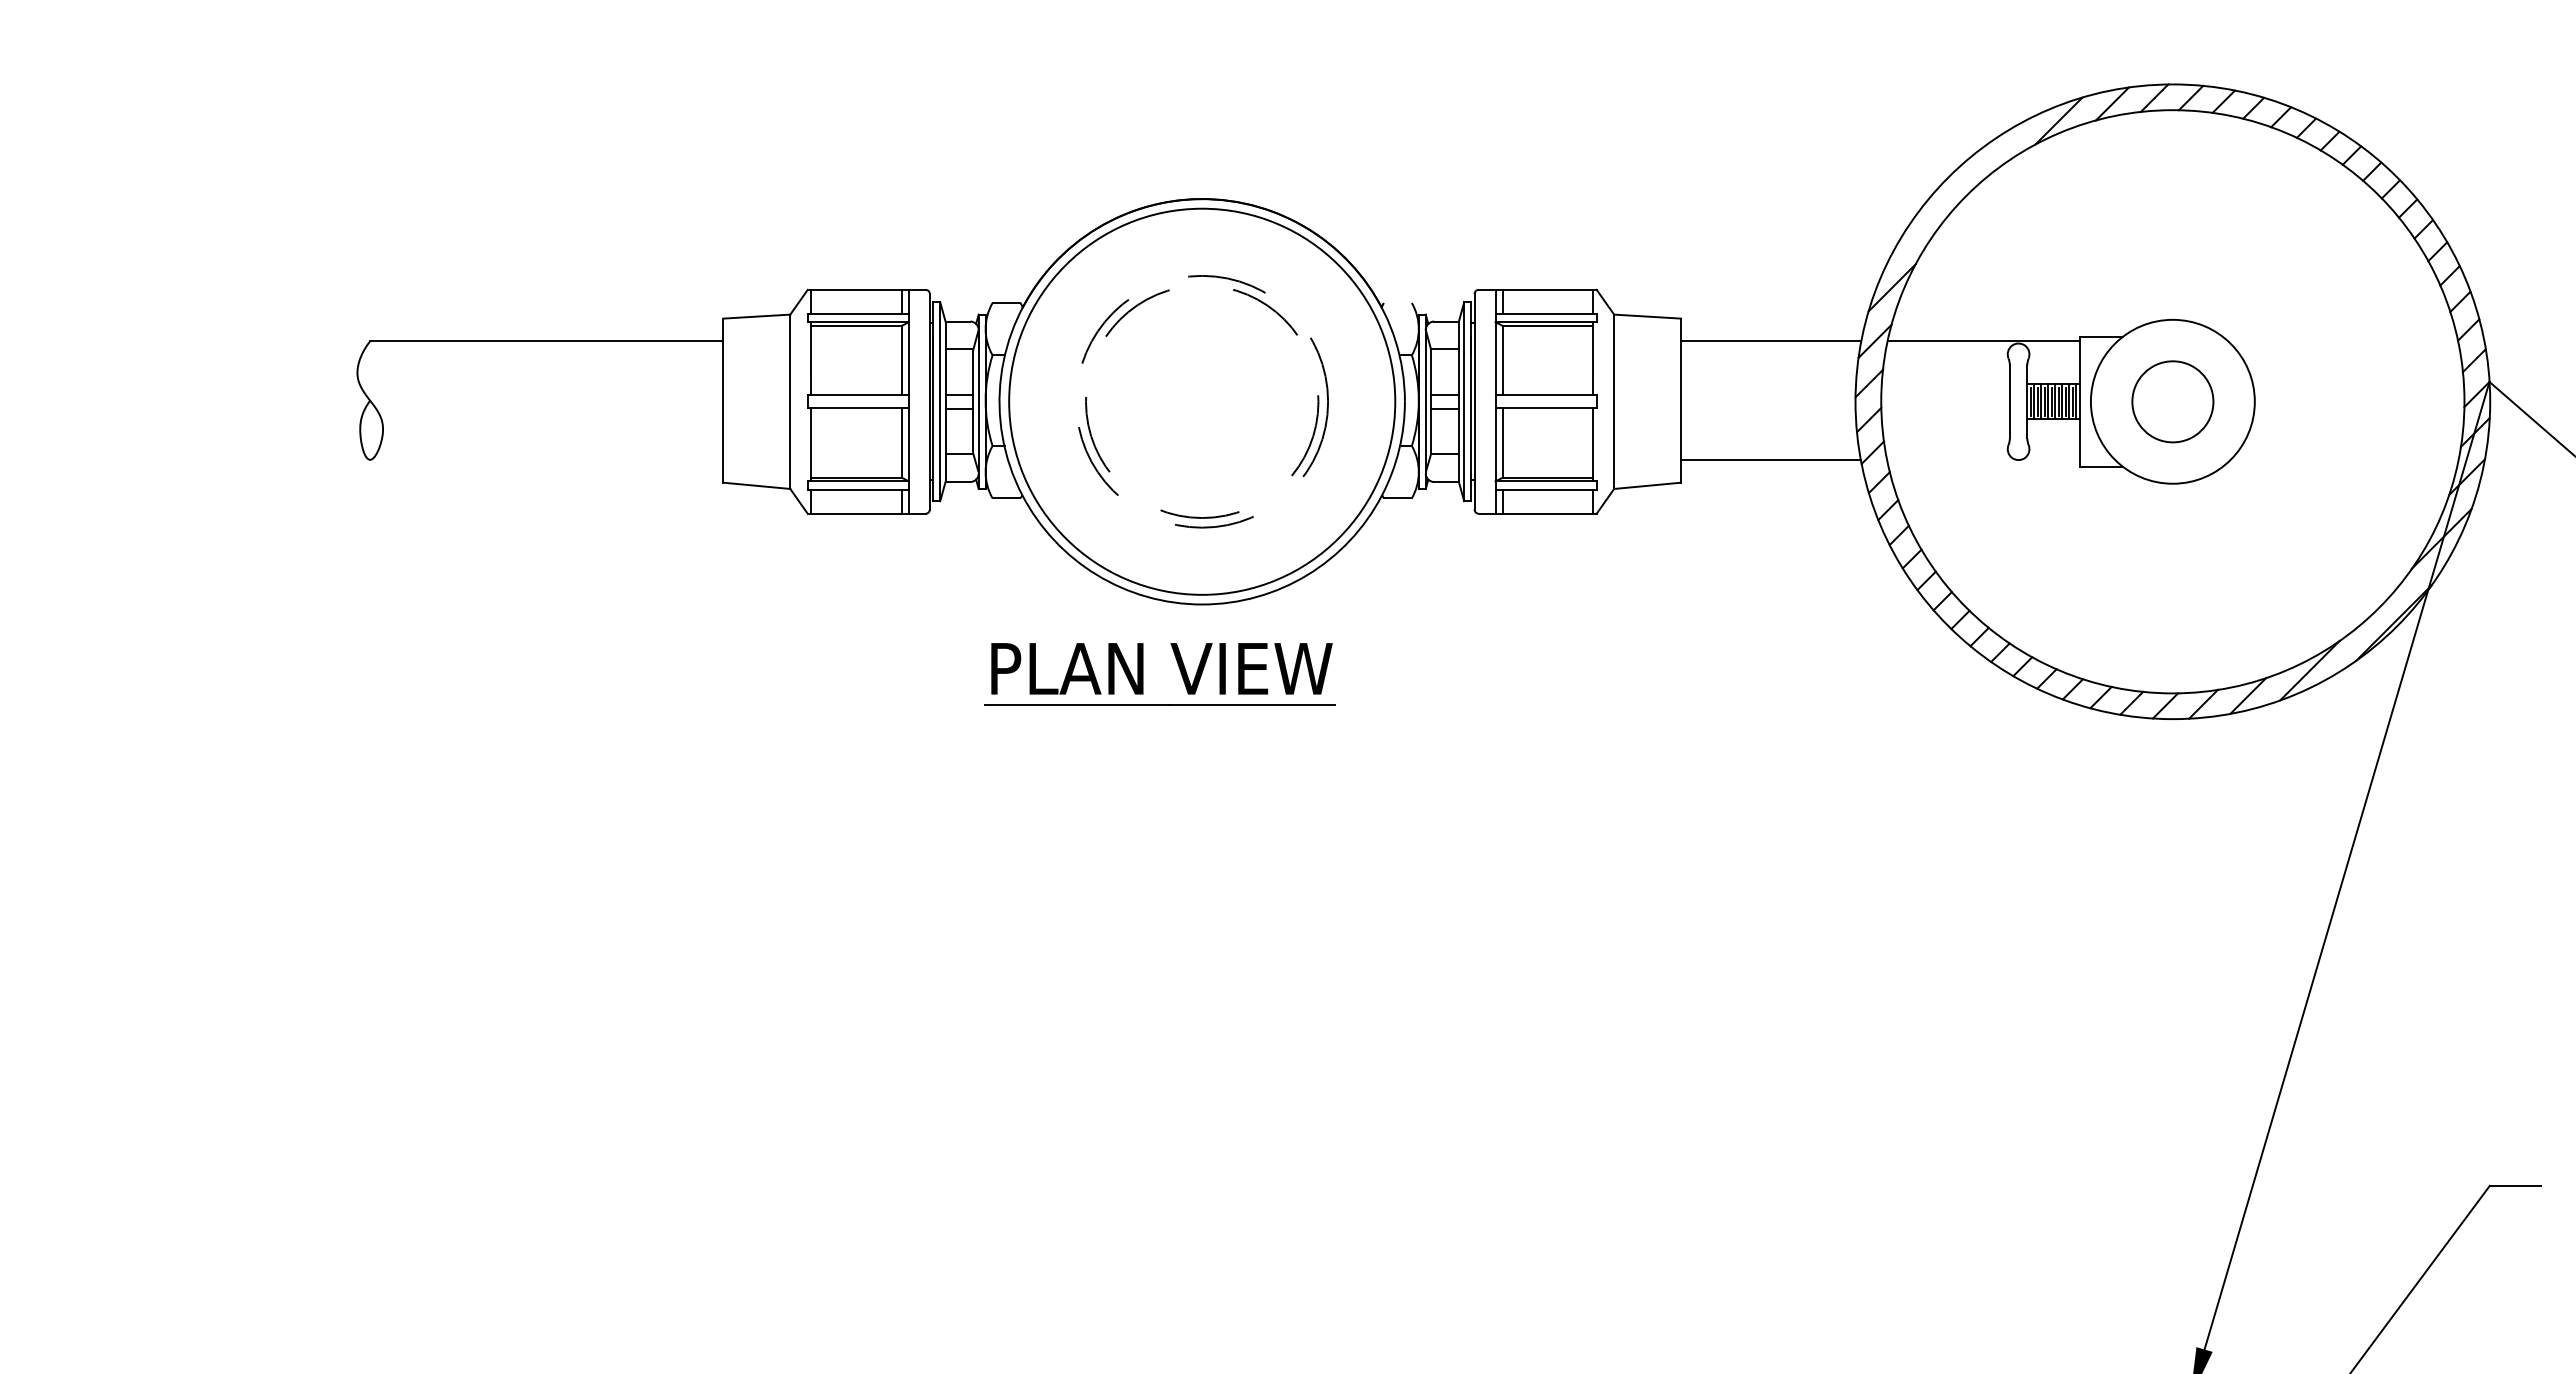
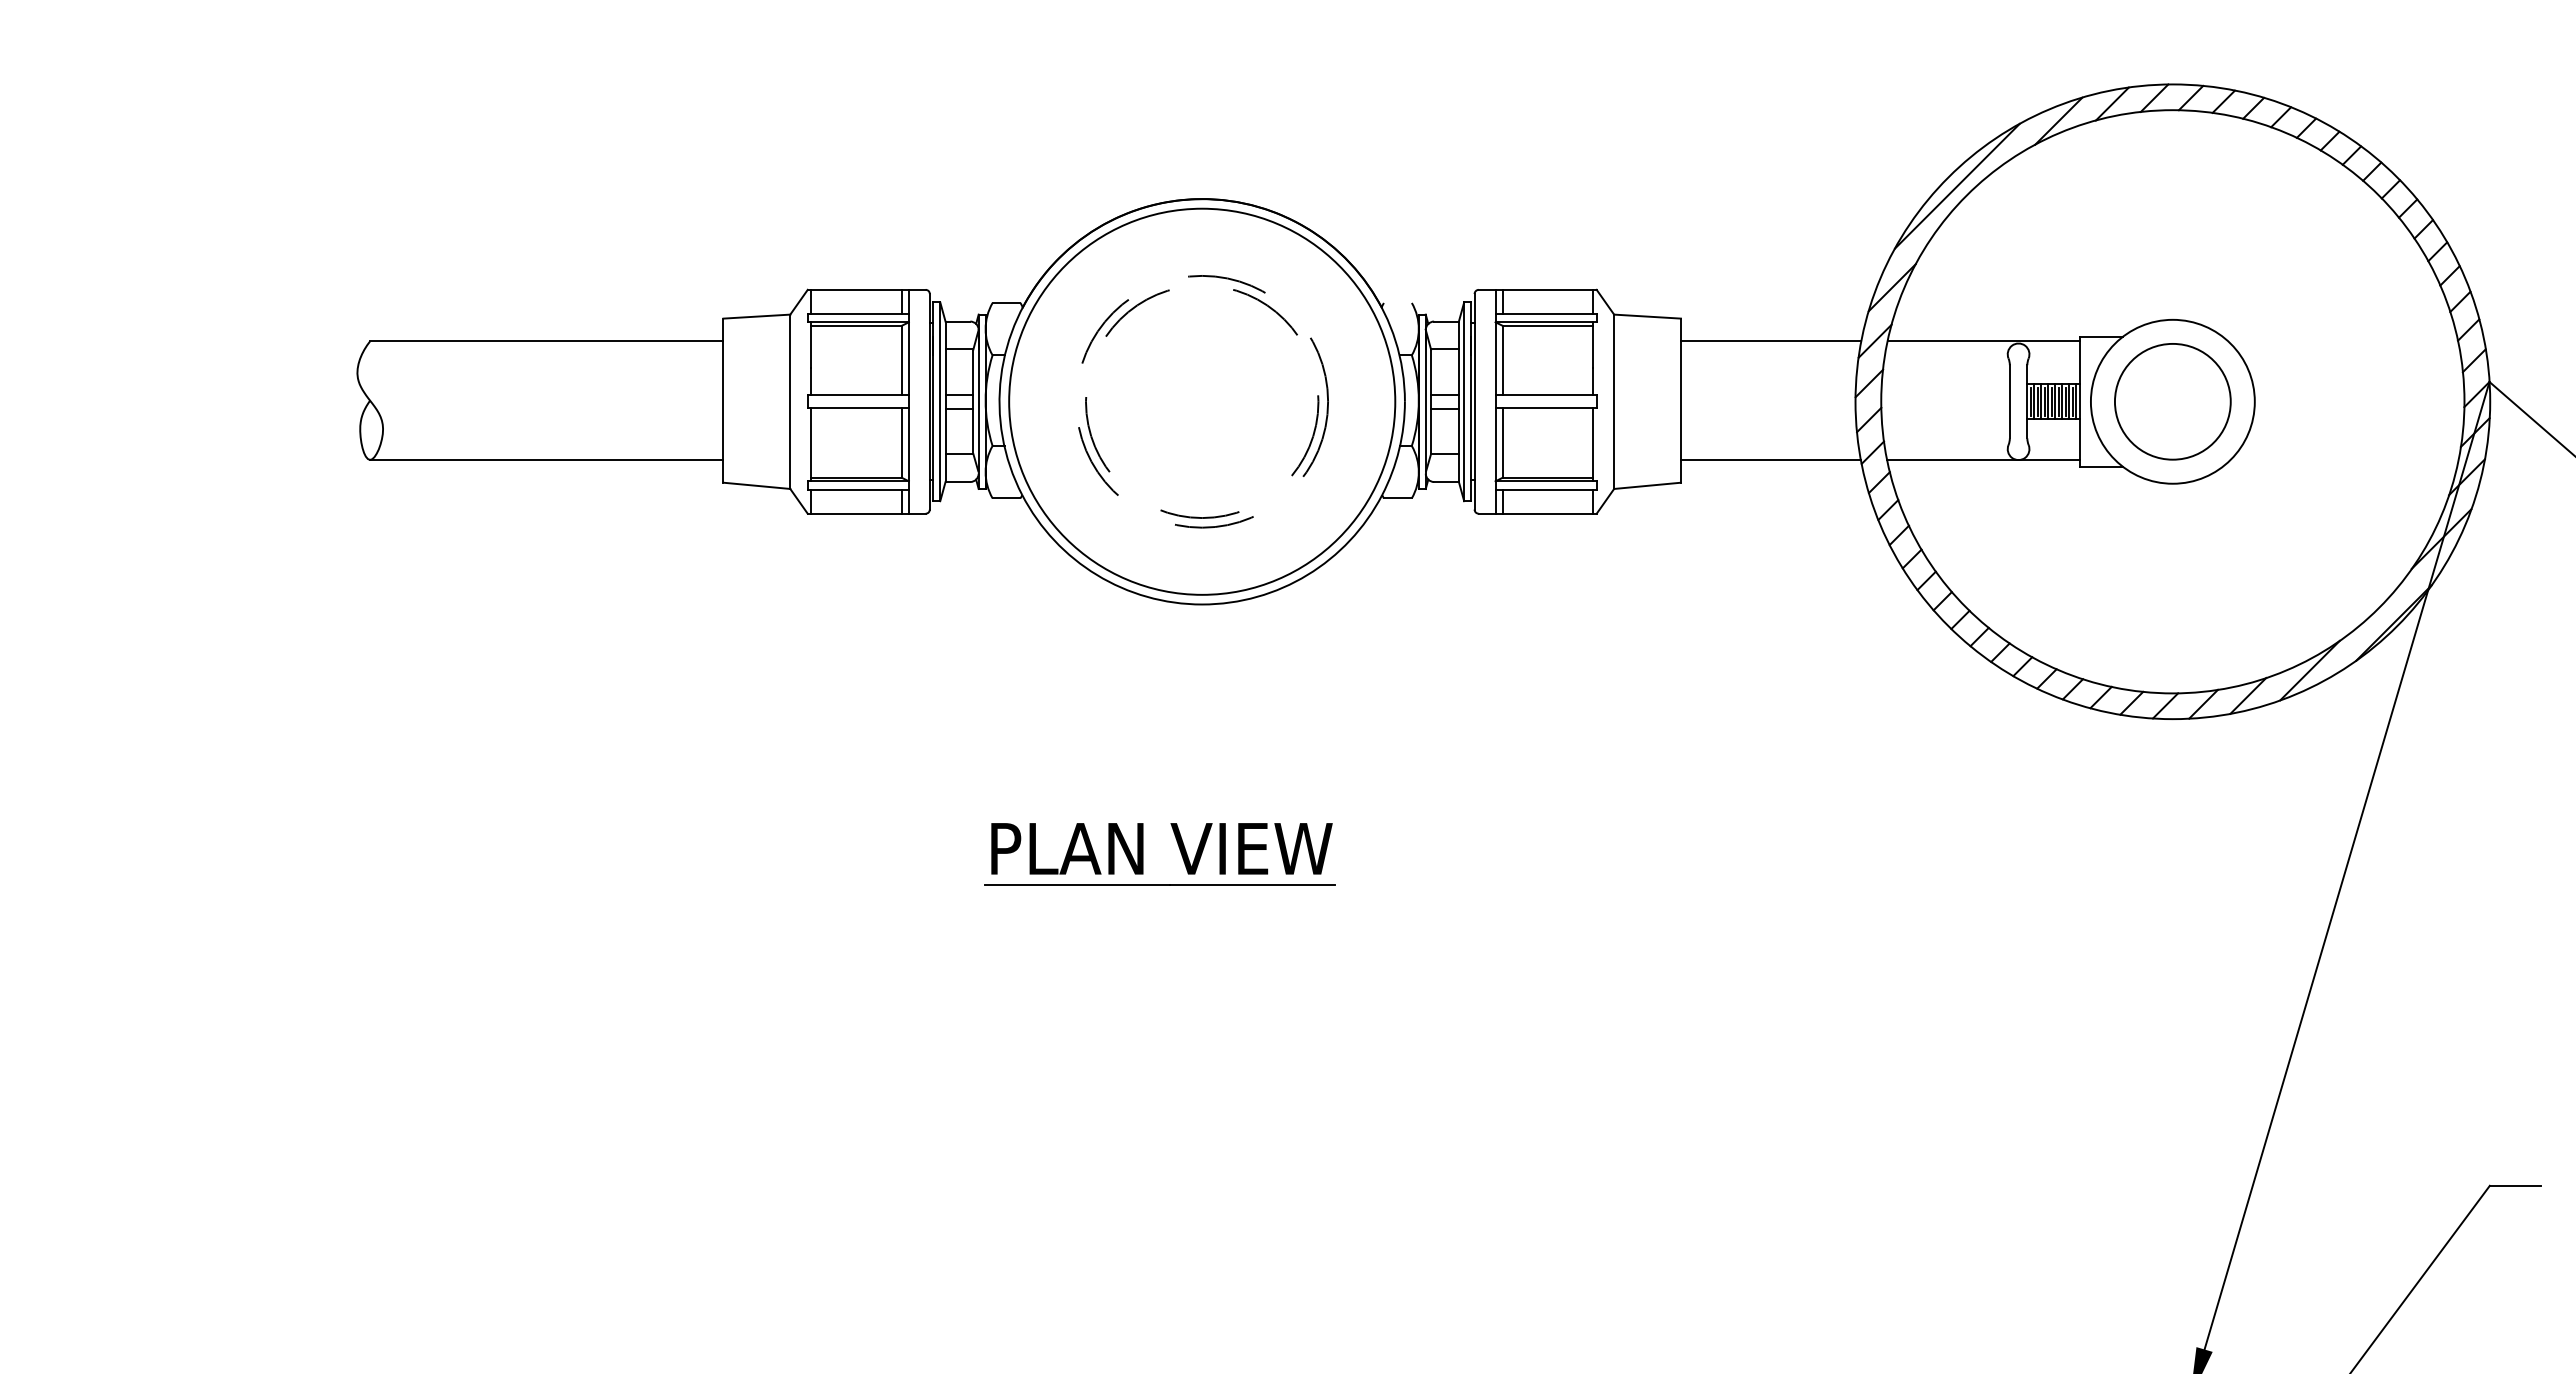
line at (1957, 185): none -> present
circle at (2172, 401) size: 84x84 px -> 118x118 px
line at (546, 459): none -> present
line at (1983, 459): none -> present
part at (1143, 674) position: (1143, 674) -> (1143, 854)
